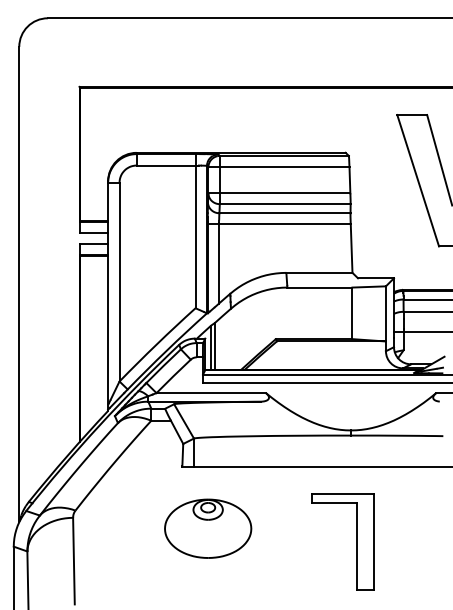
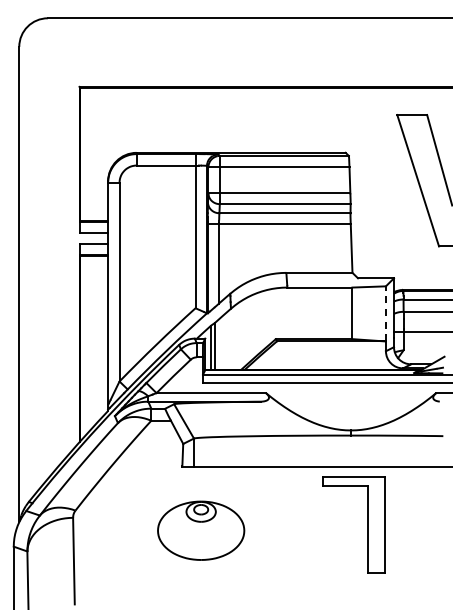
line at (385, 313): solid -> dashed
part at (208, 528) position: (208, 528) -> (201, 530)
part at (356, 541) position: (356, 541) -> (367, 524)
